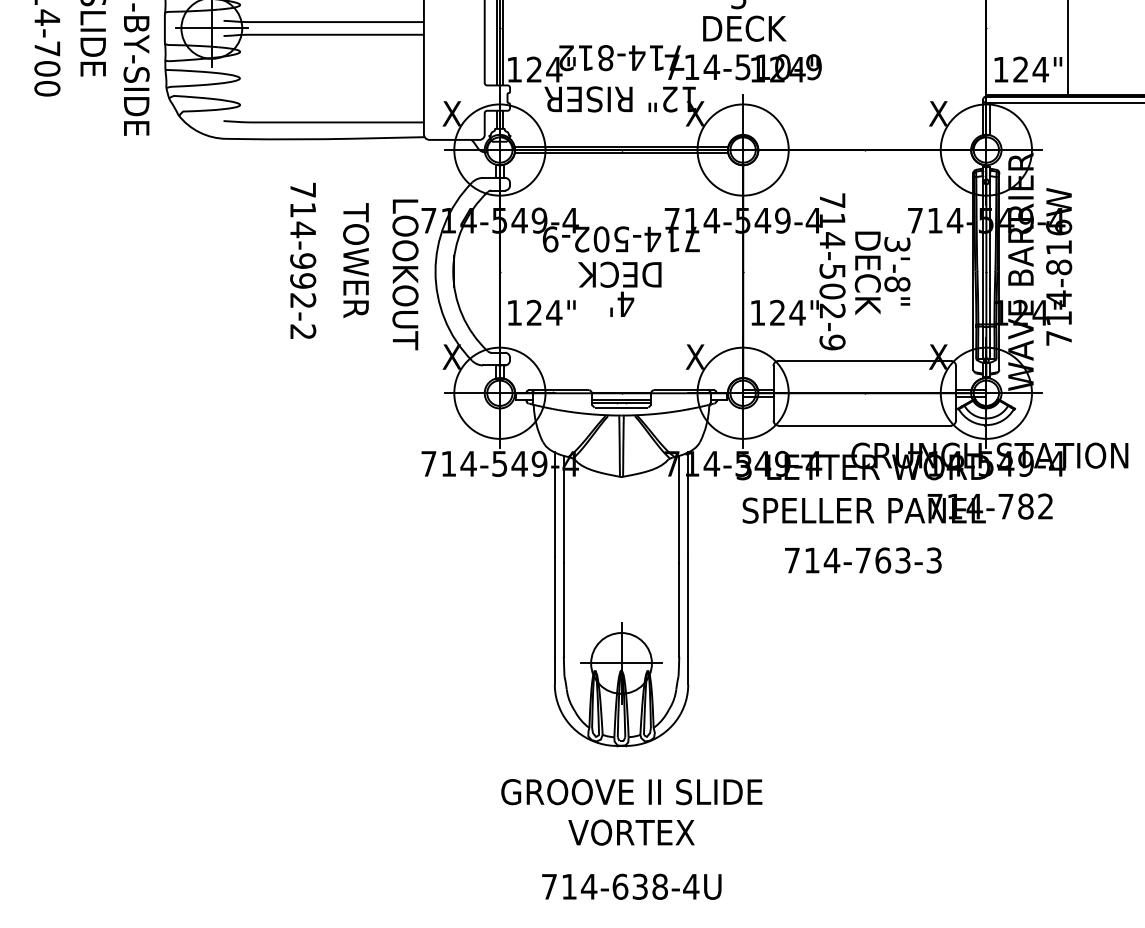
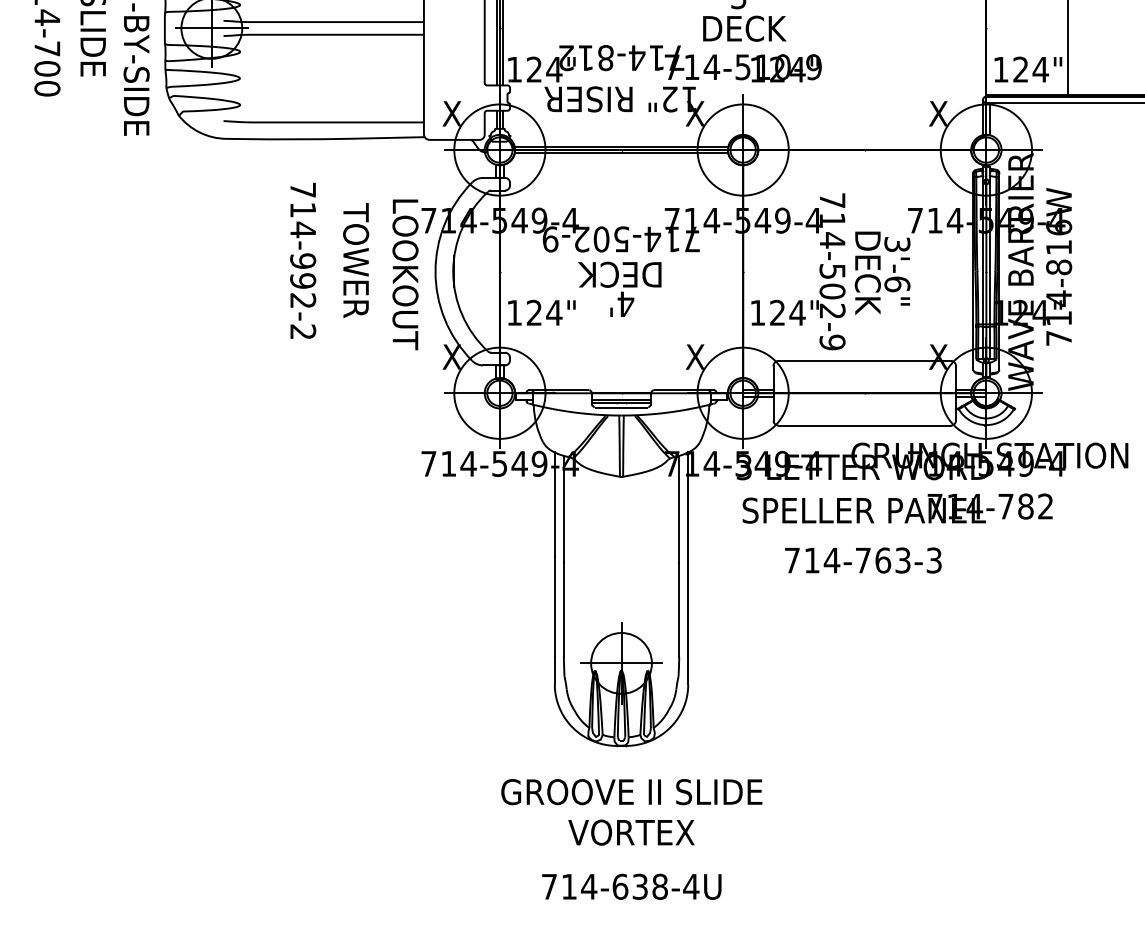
text at (897, 284): 3'-8" -> 3'-6"
